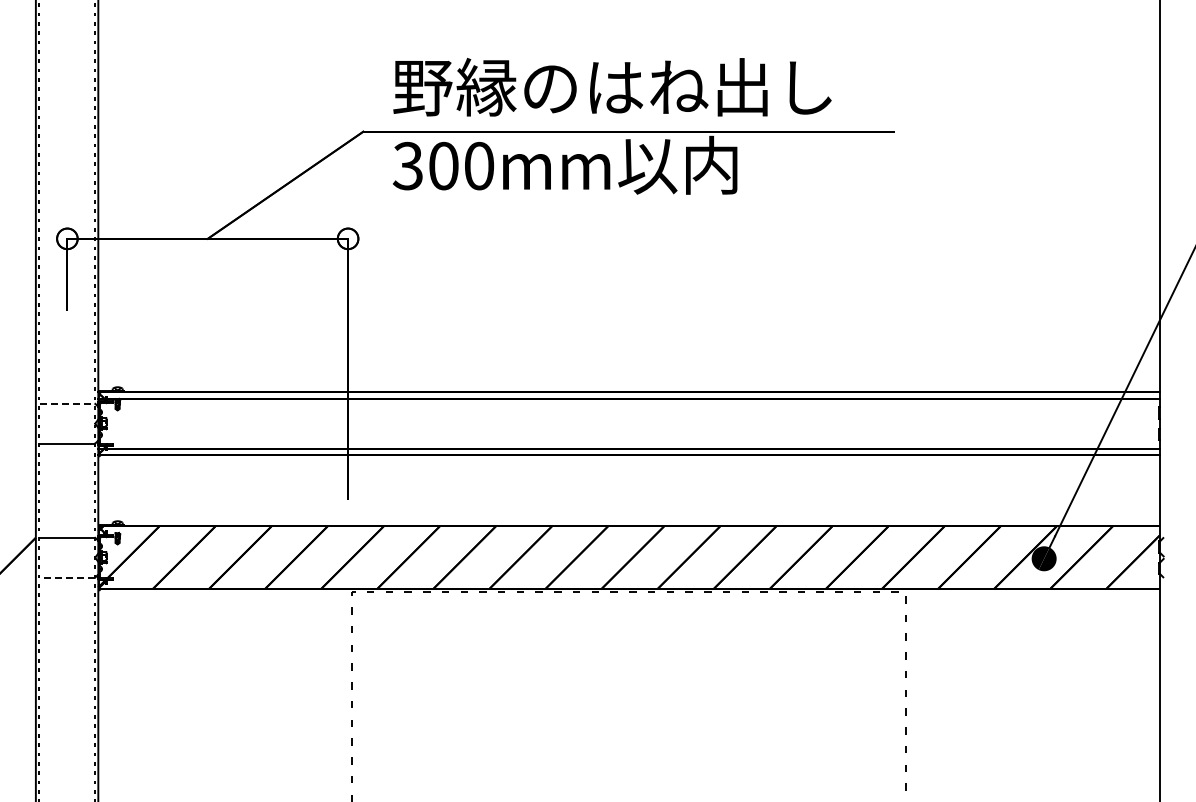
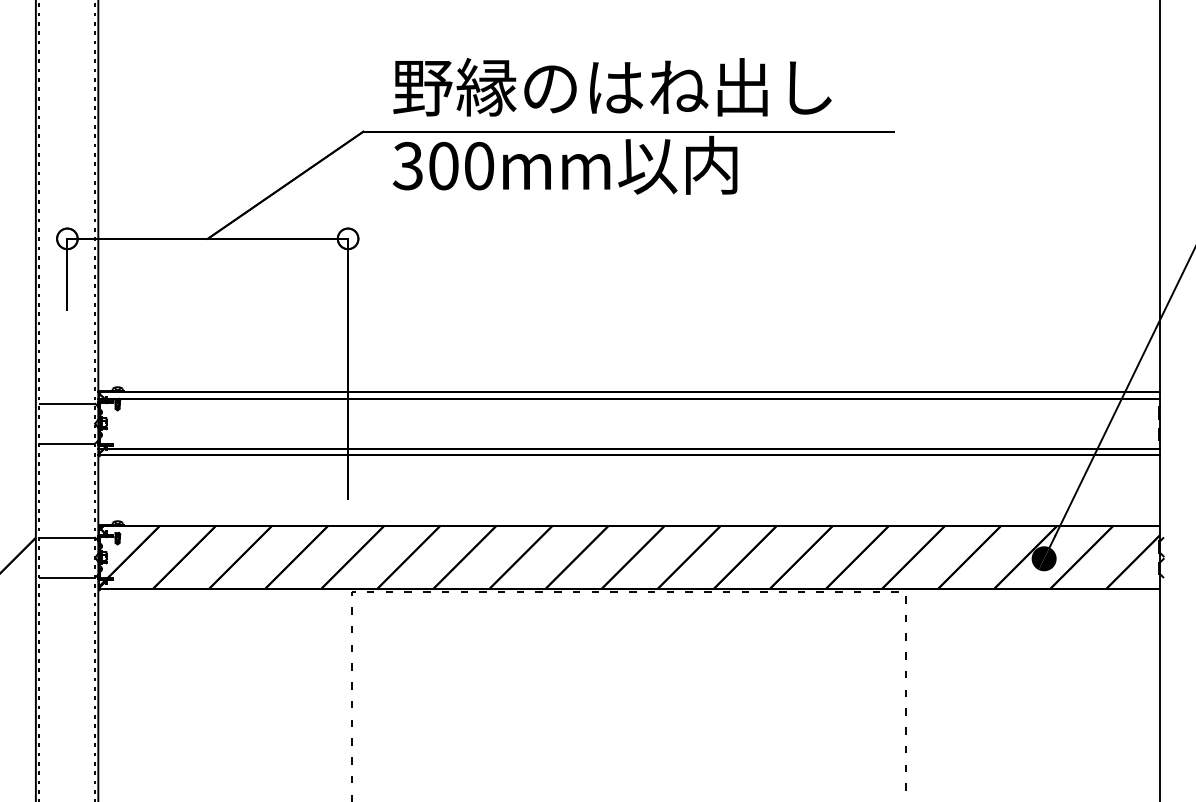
line at (67, 403): dashed -> solid
line at (66, 577): dashed -> solid
